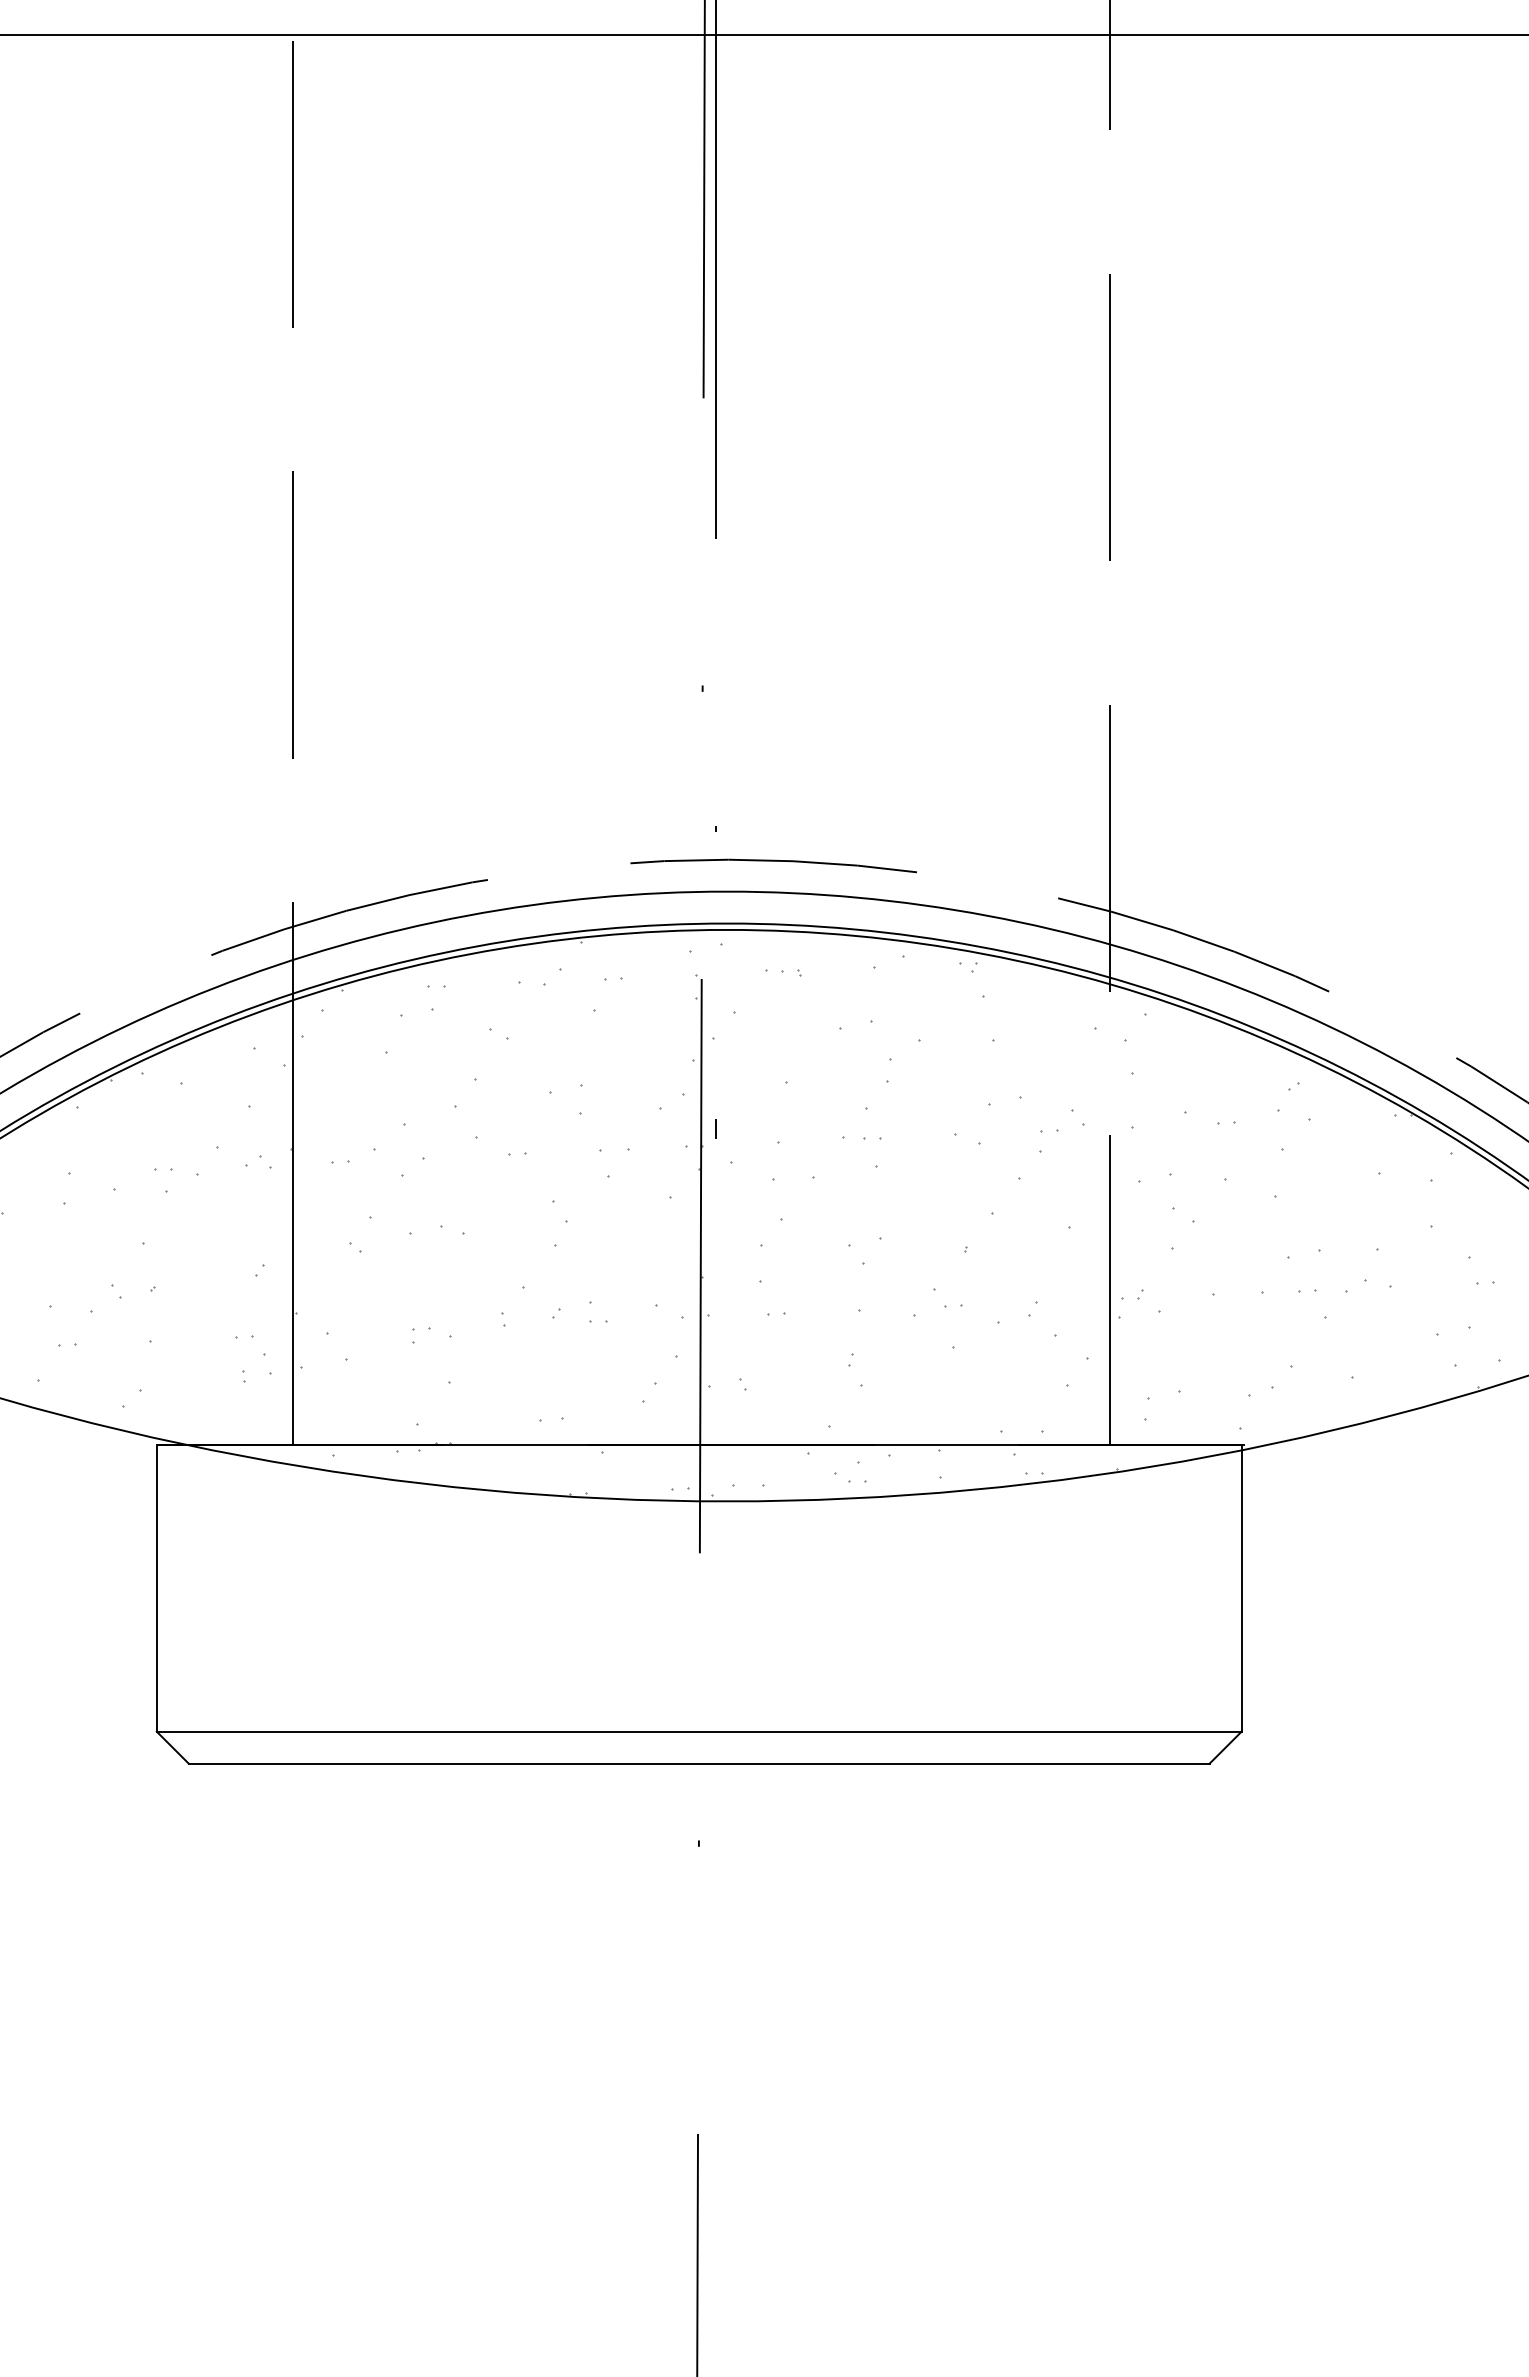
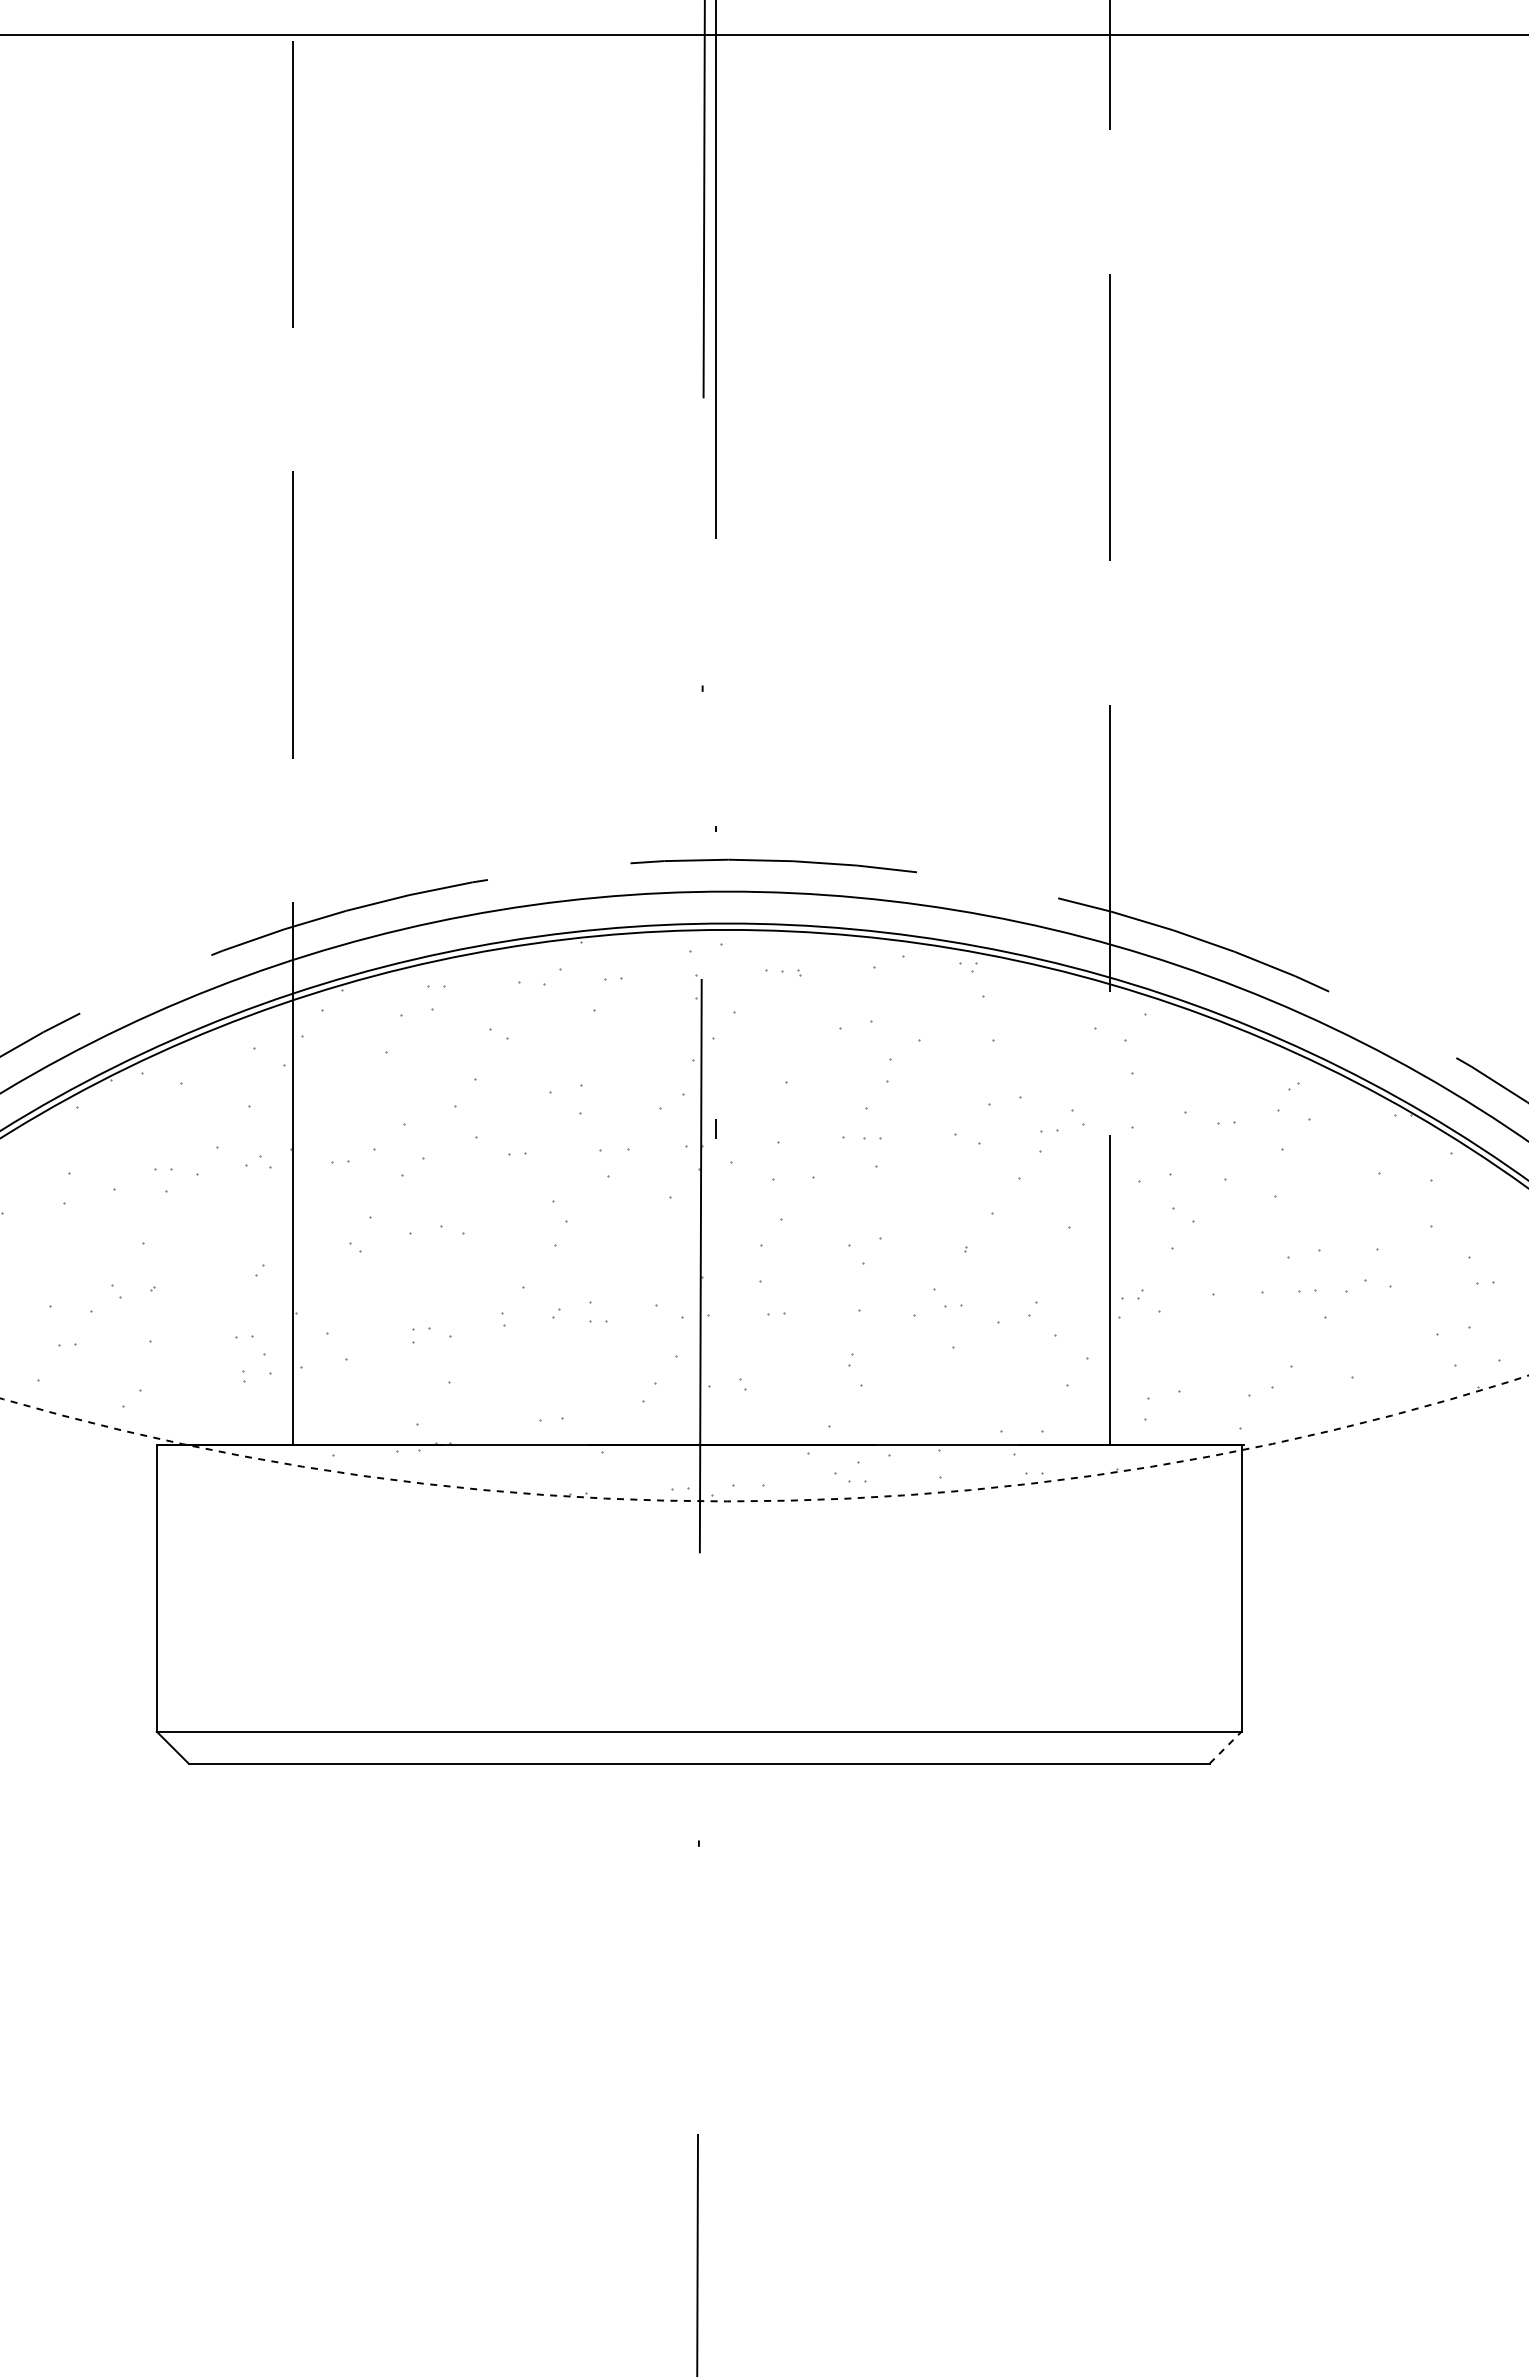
arc at (767, 1500): solid -> dashed
line at (1225, 1747): solid -> dashed
